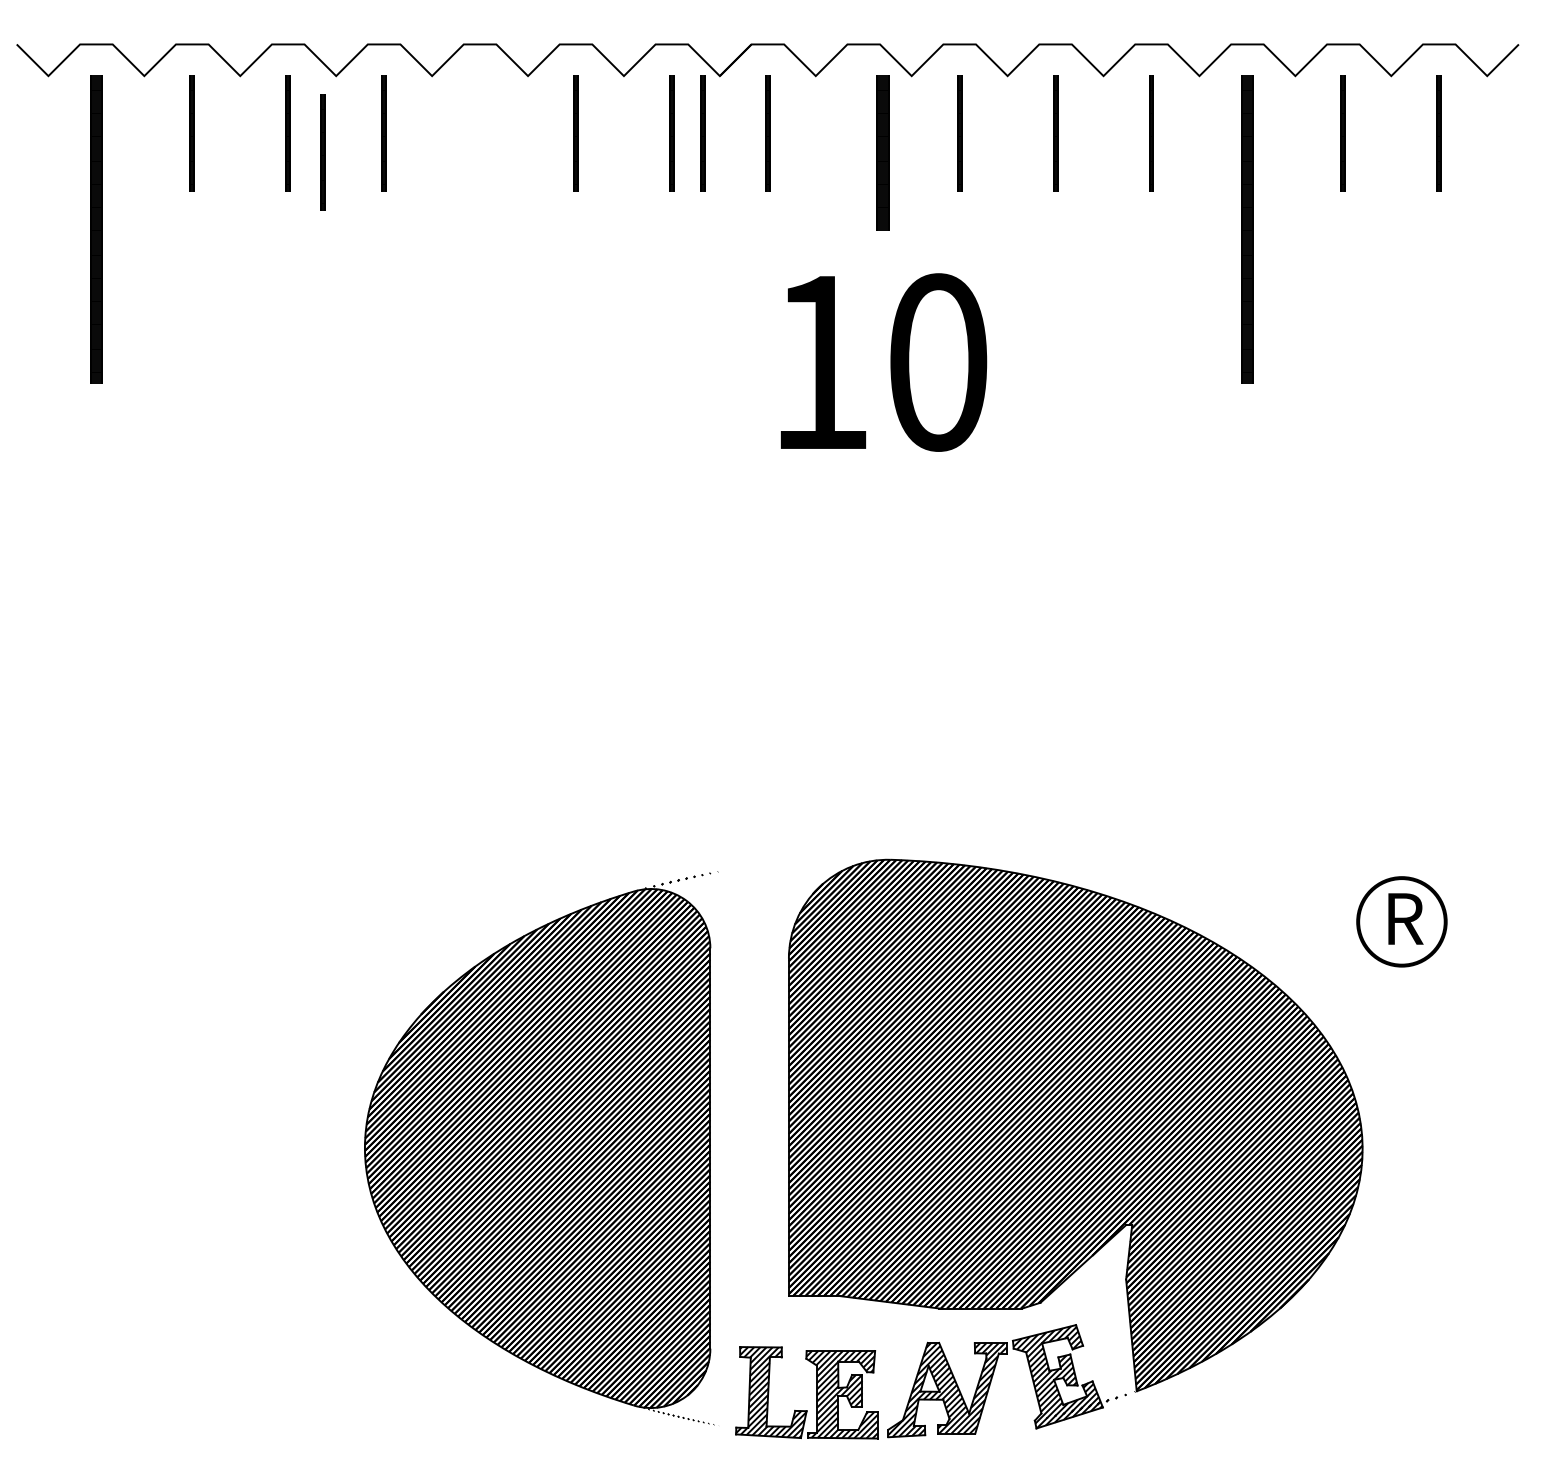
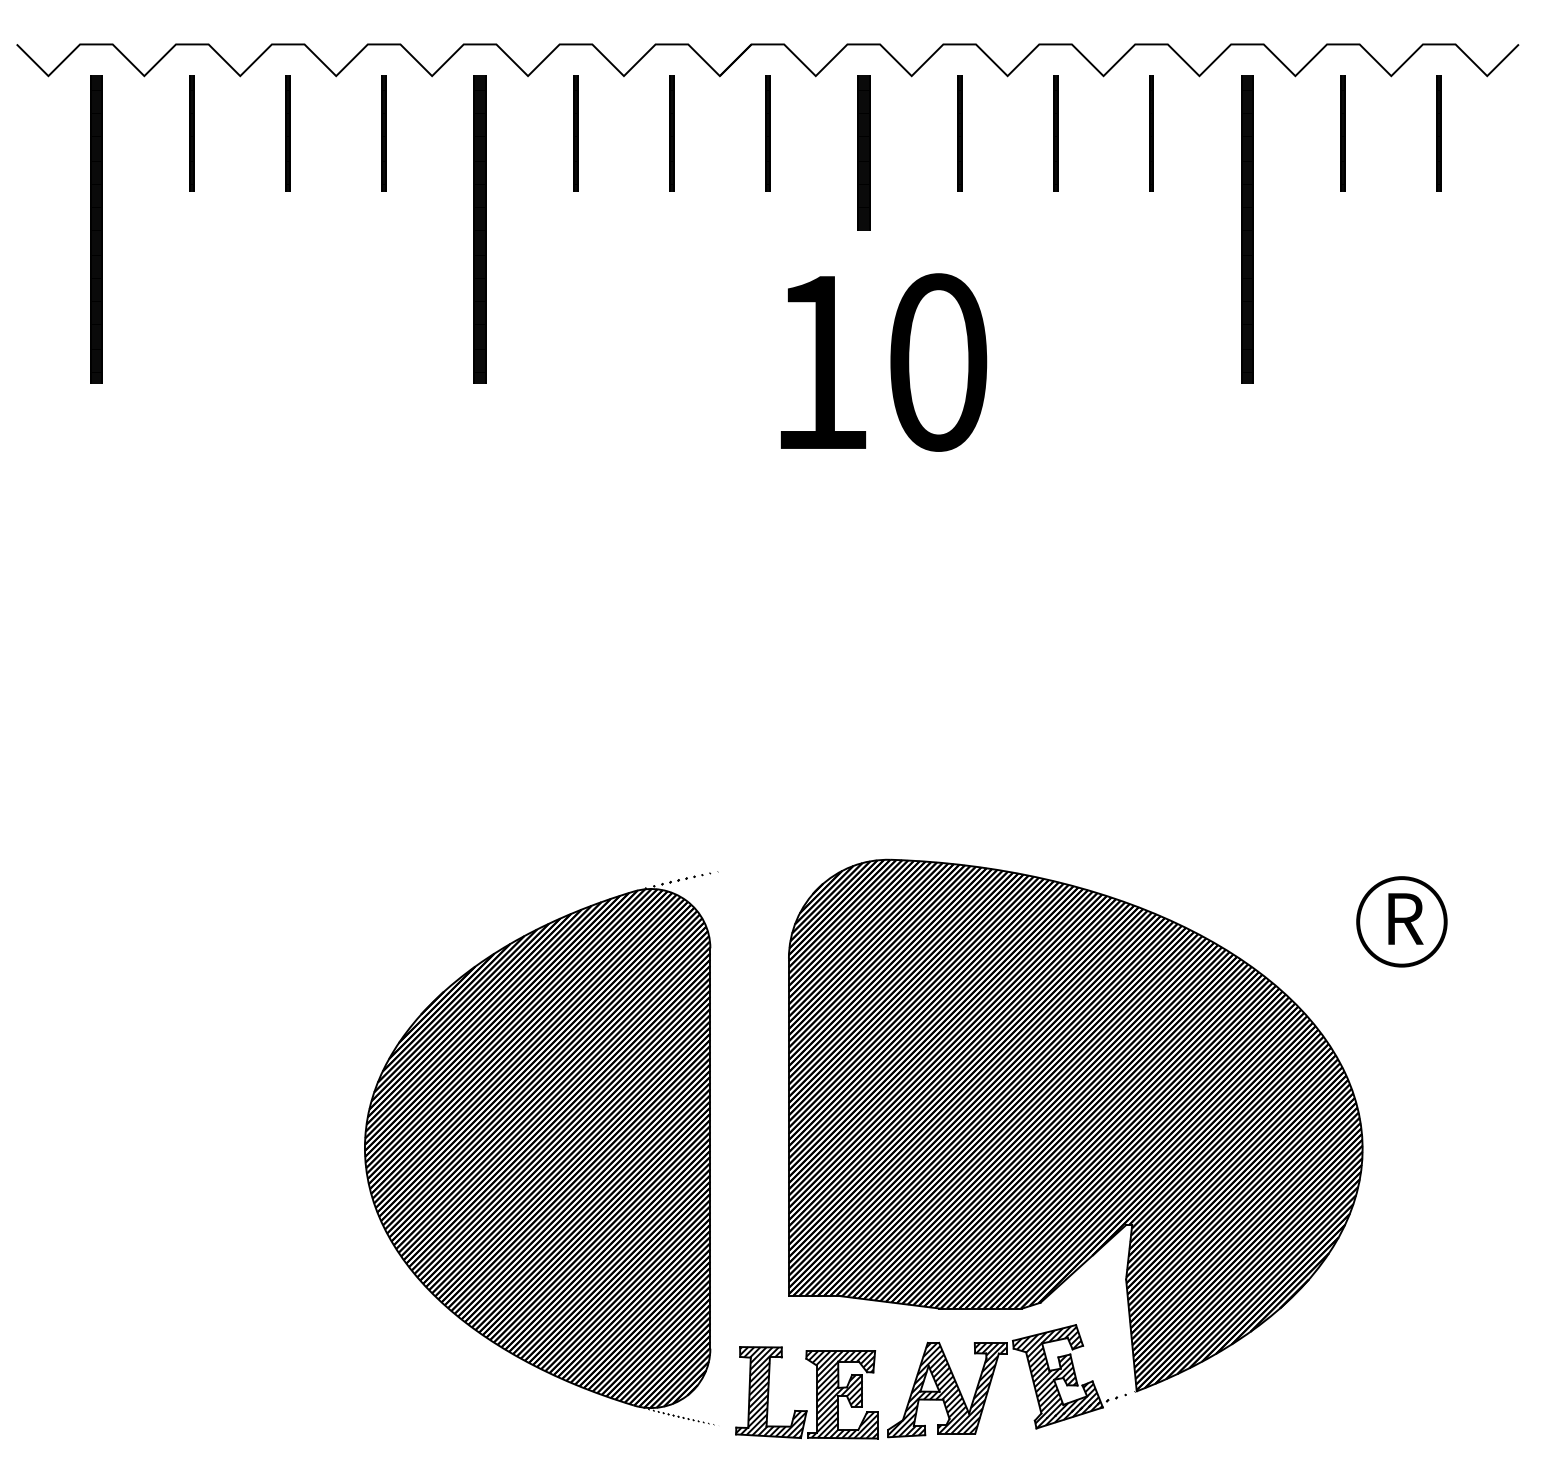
part at (702, 133): present -> none
part at (322, 152): present -> none
part at (882, 152) position: (882, 152) -> (863, 152)
part at (479, 229): none -> present
